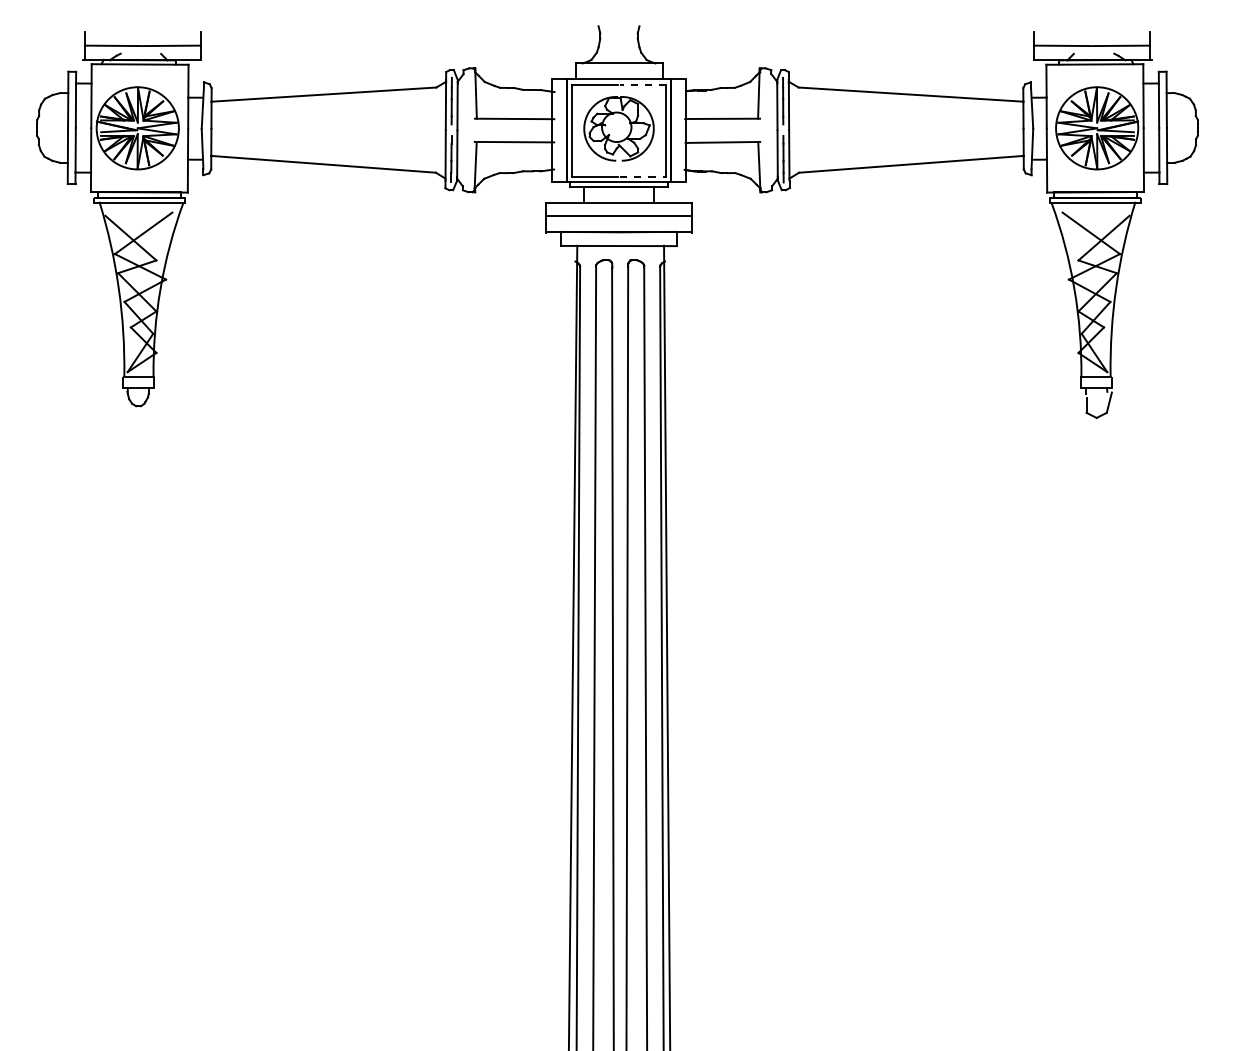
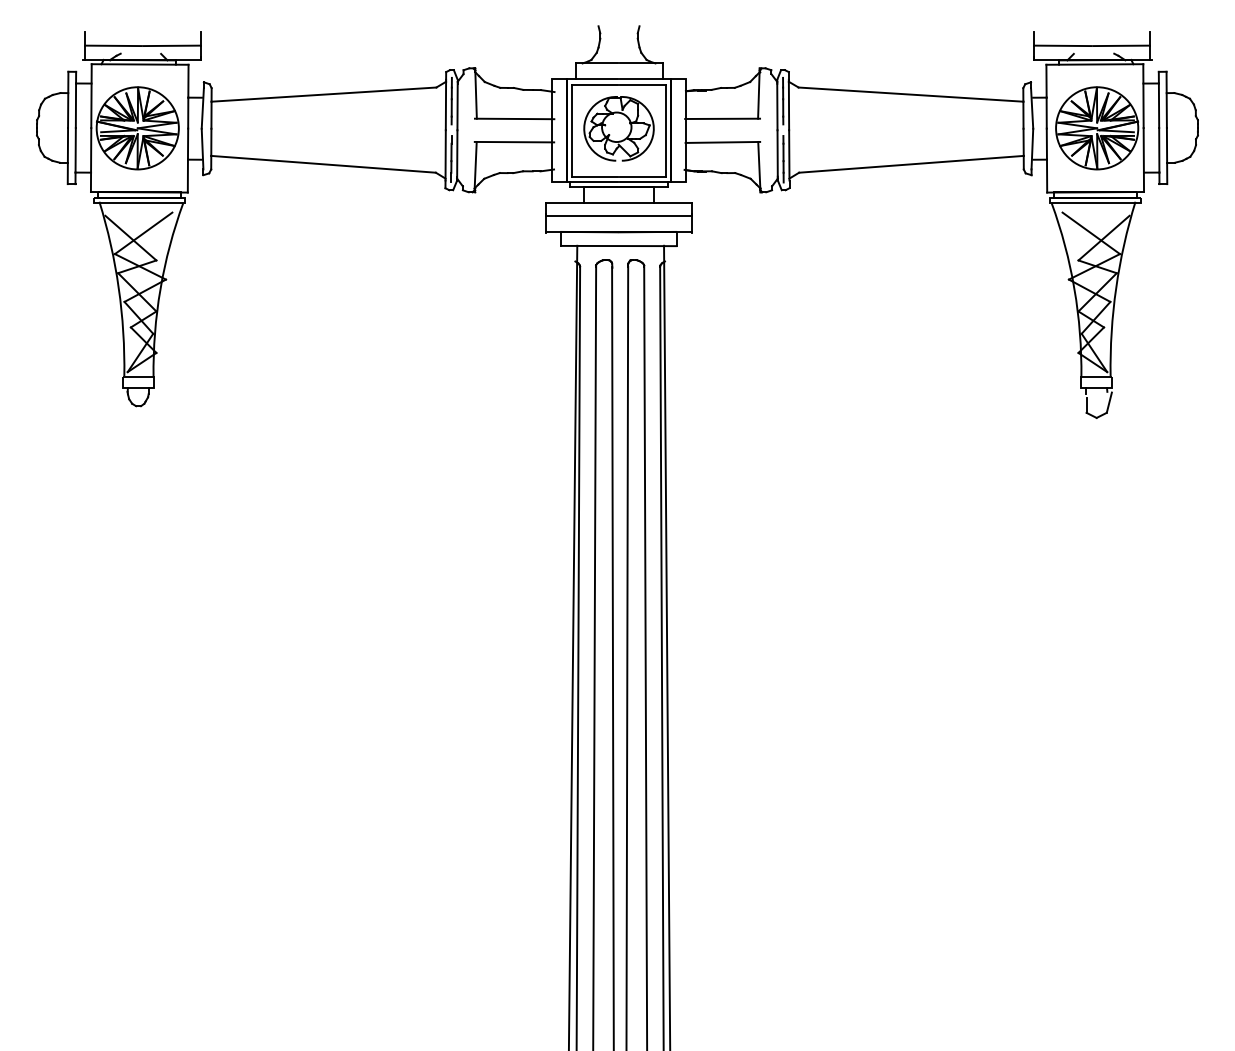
line at (643, 84): dashed -> solid
line at (643, 176): dashed -> solid
